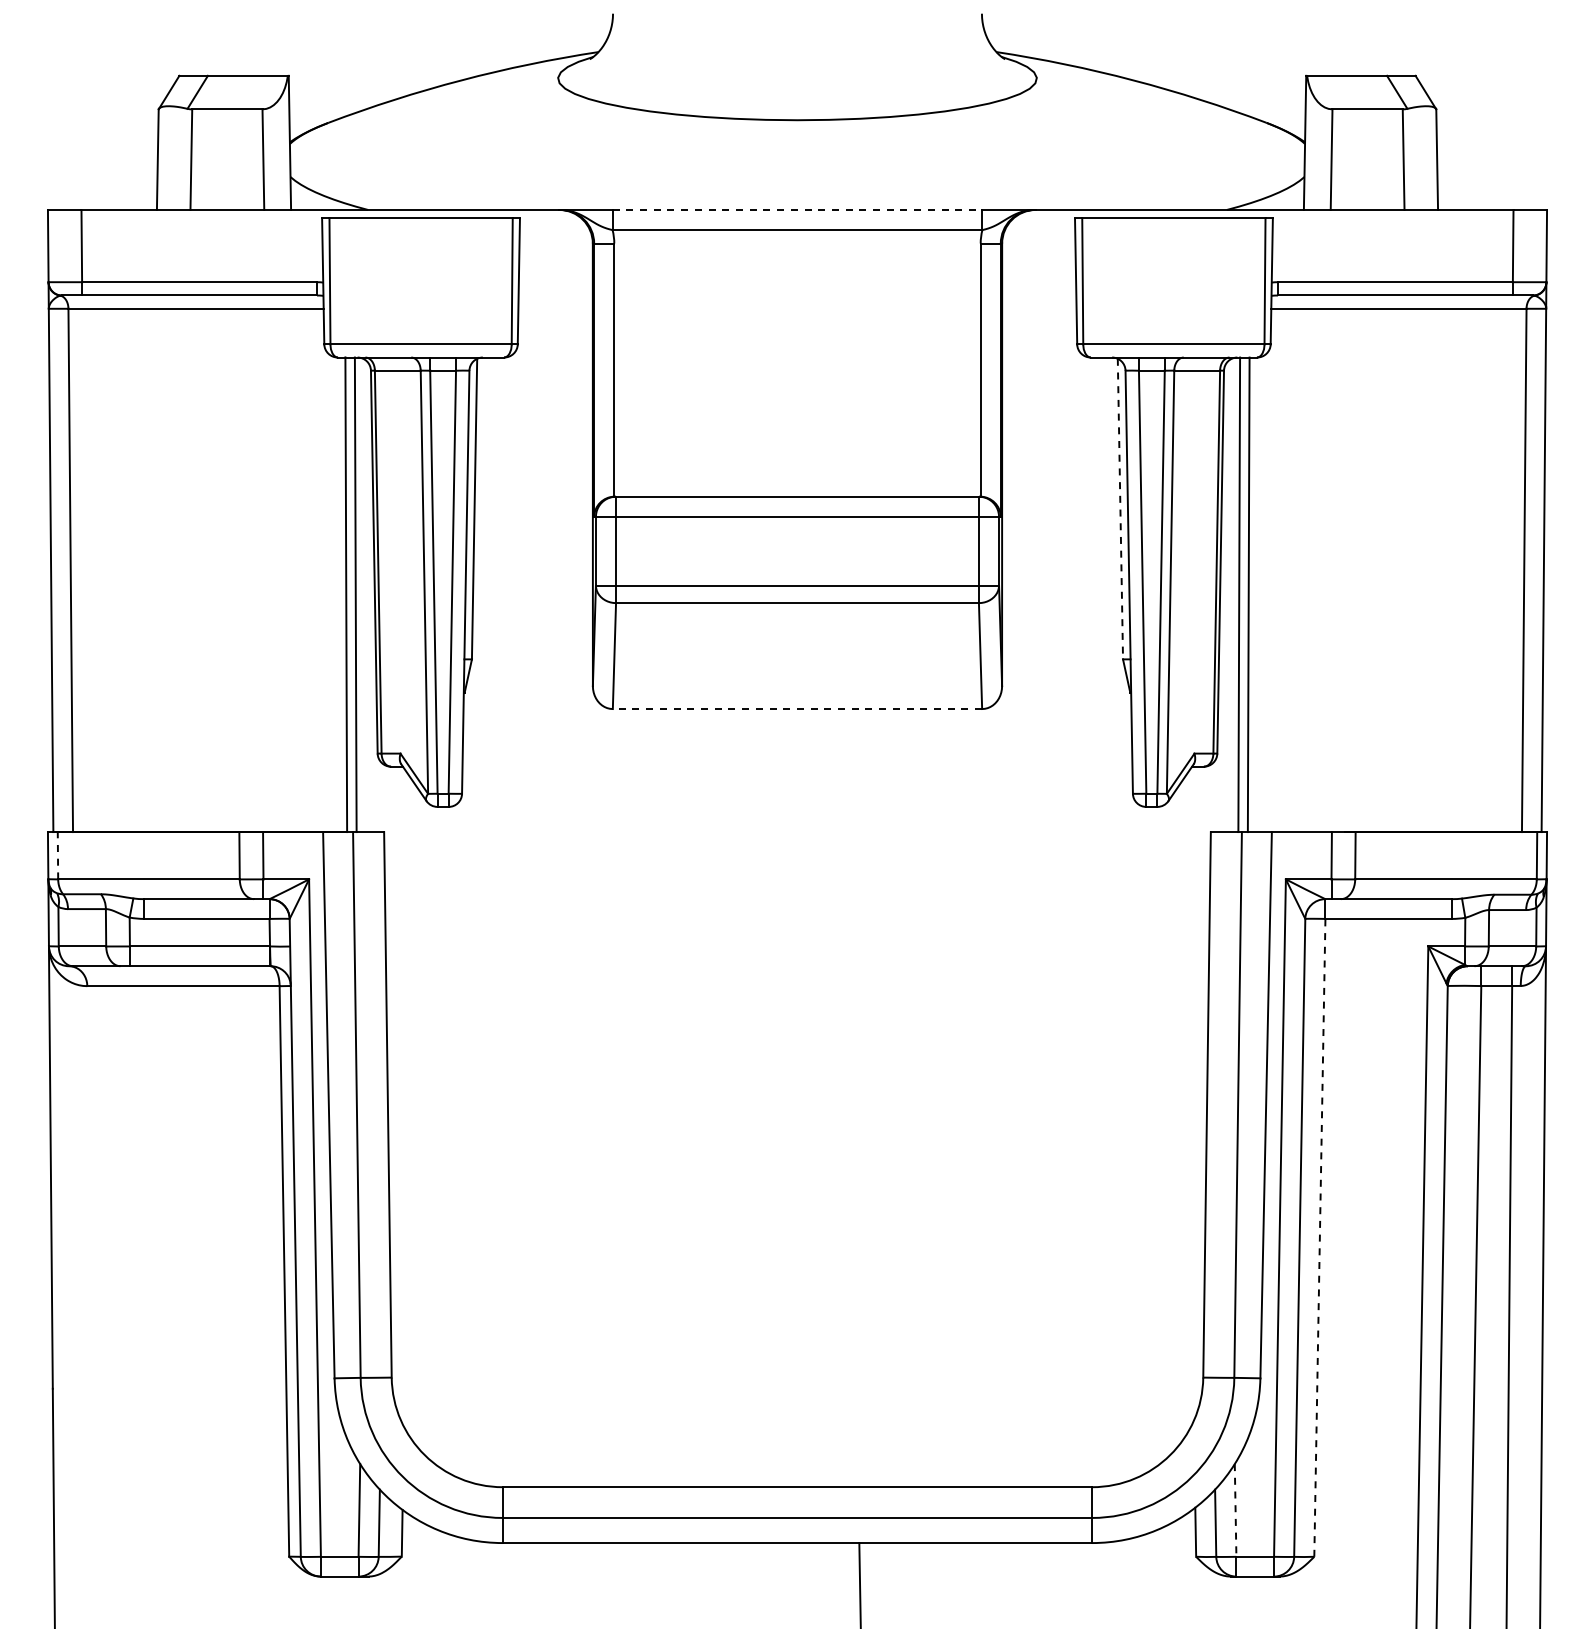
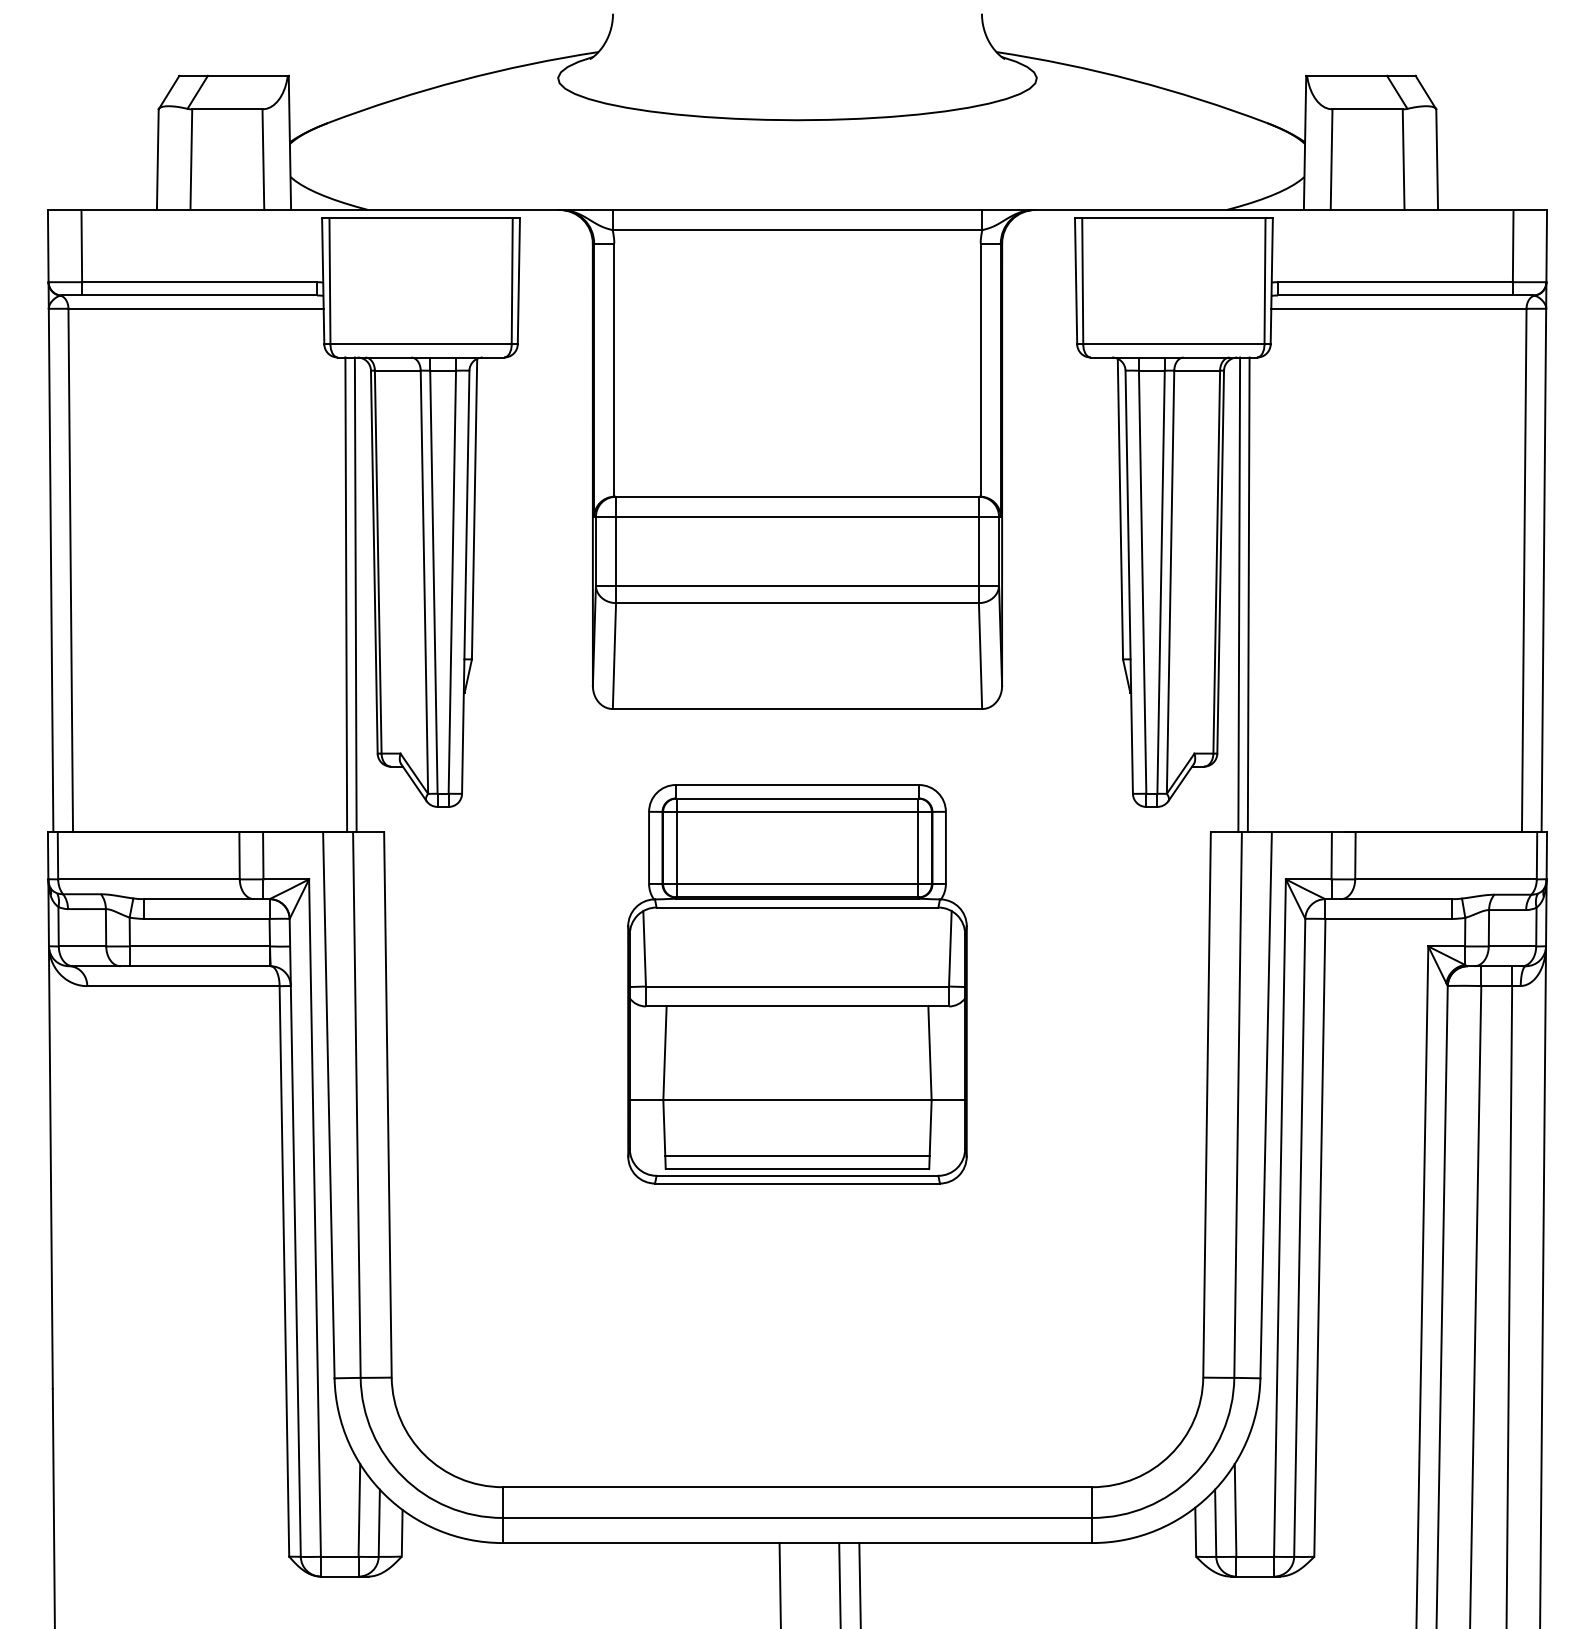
line at (797, 209): dashed -> solid
line at (1120, 509): dashed -> solid
line at (797, 709): dashed -> solid
line at (57, 855): dashed -> solid
part at (797, 984): none -> present
line at (1319, 1237): dashed -> solid
line at (1235, 1510): dashed -> solid
line at (779, 1584): none -> present
line at (839, 1584): none -> present
